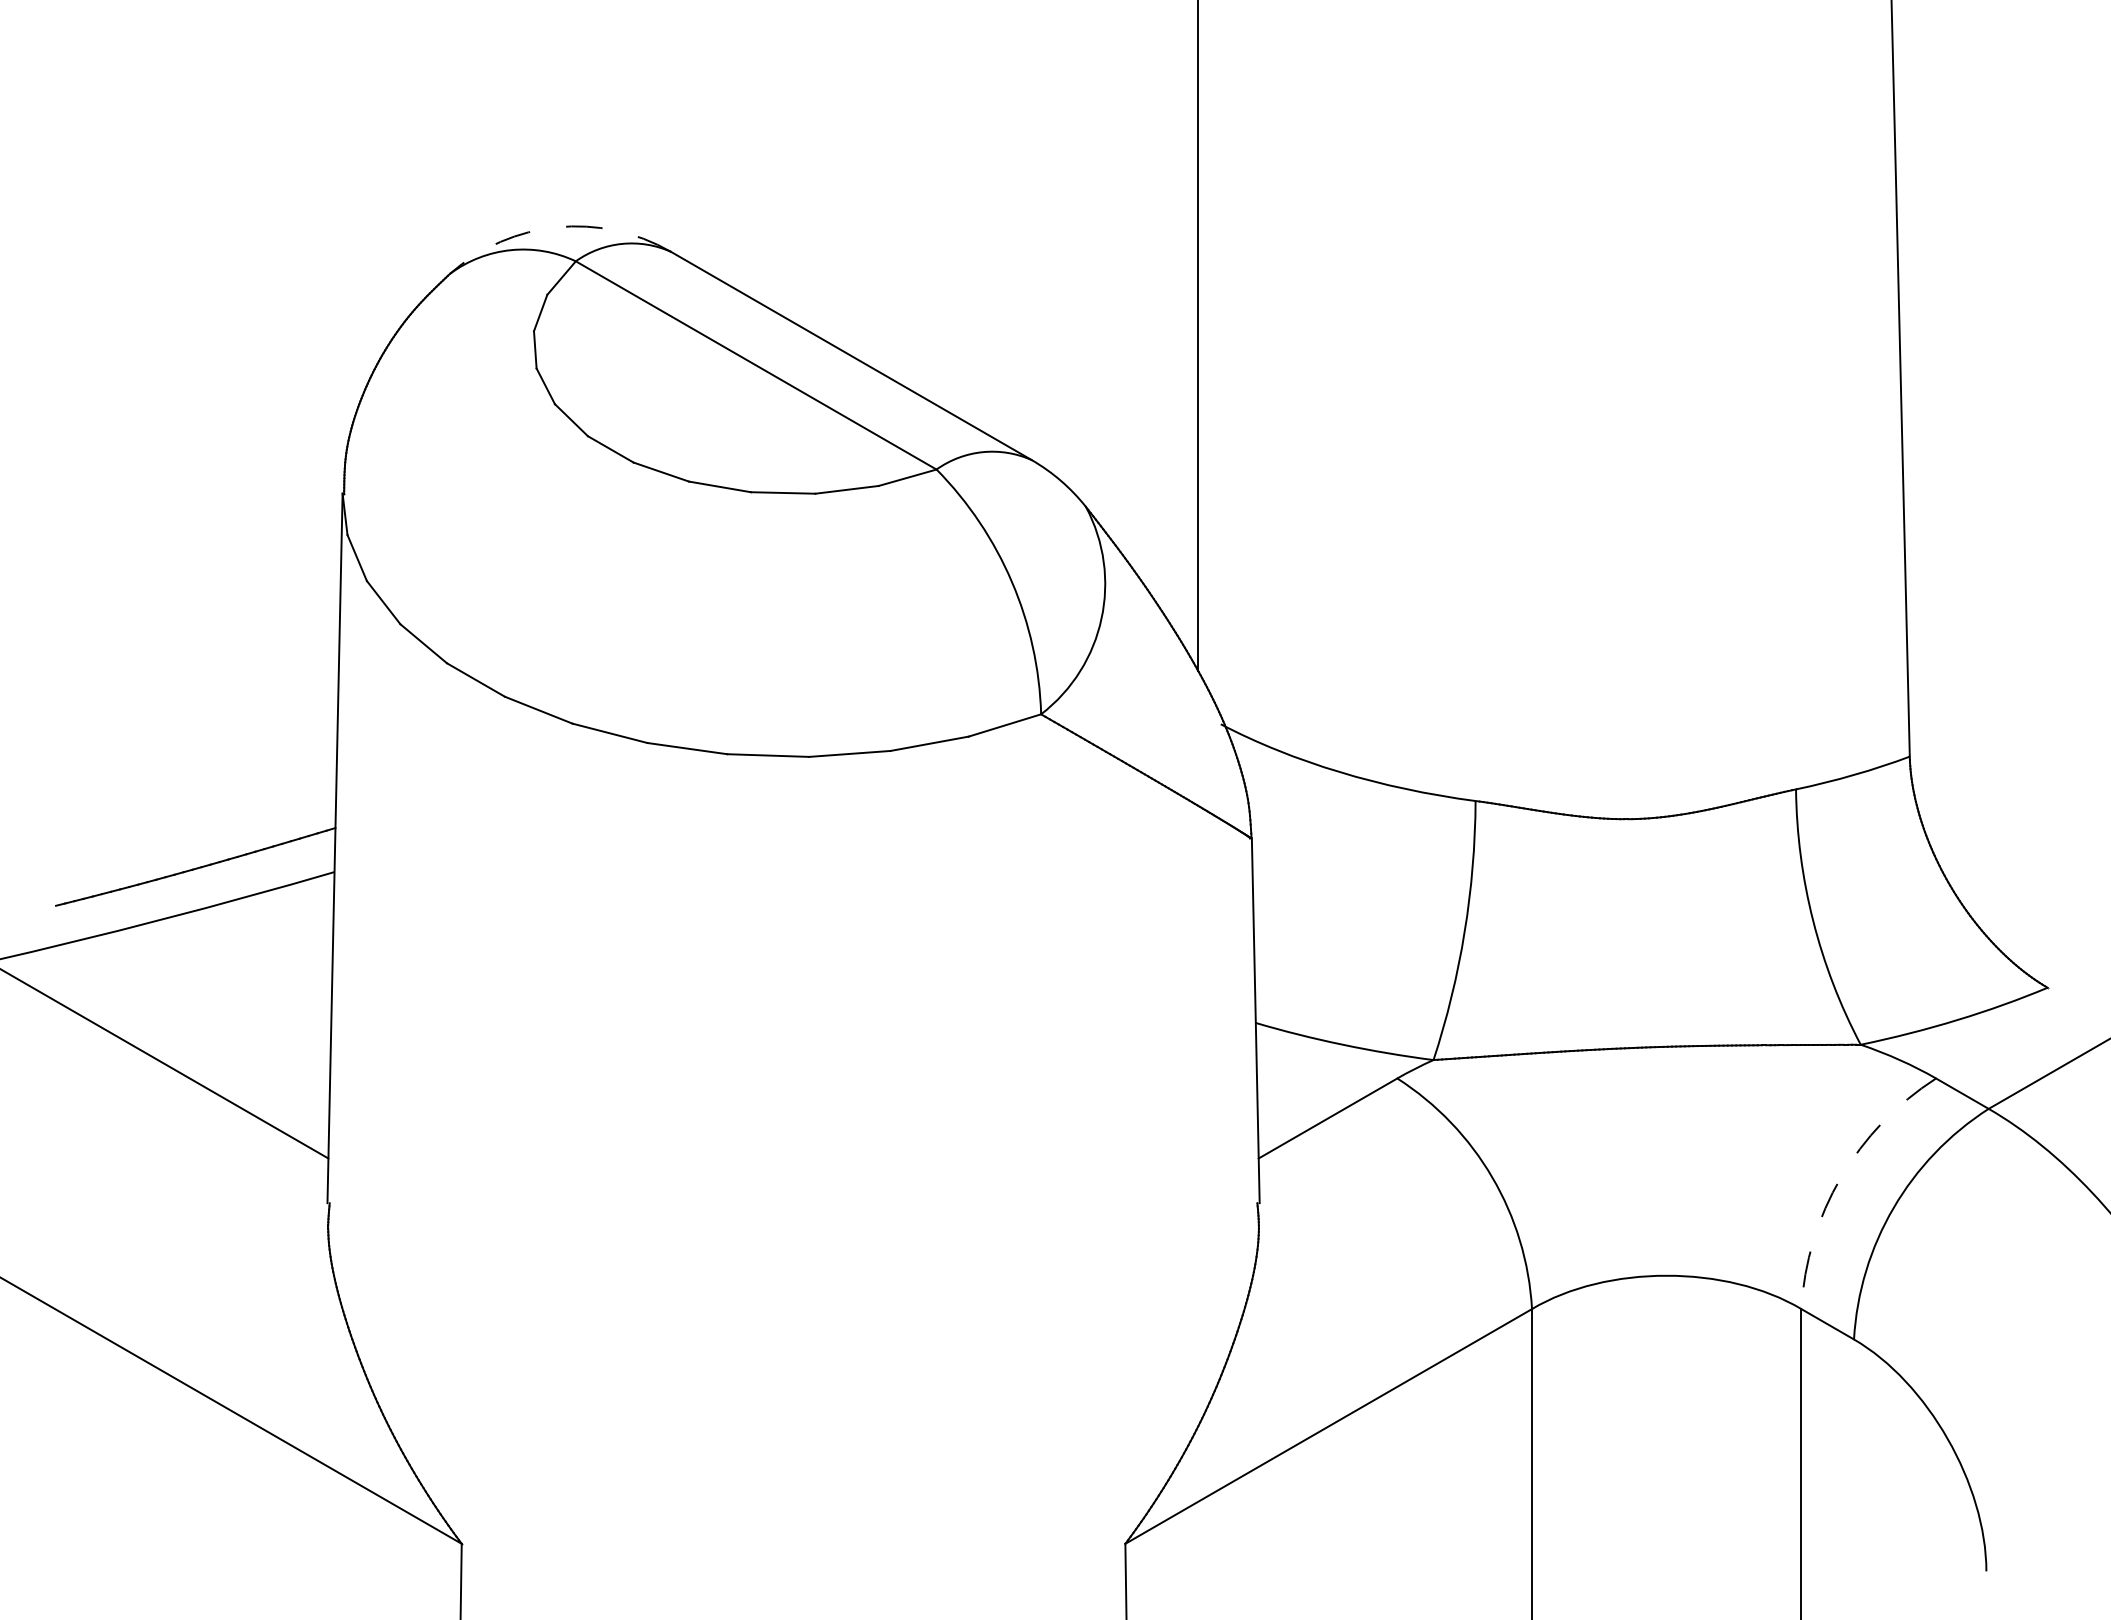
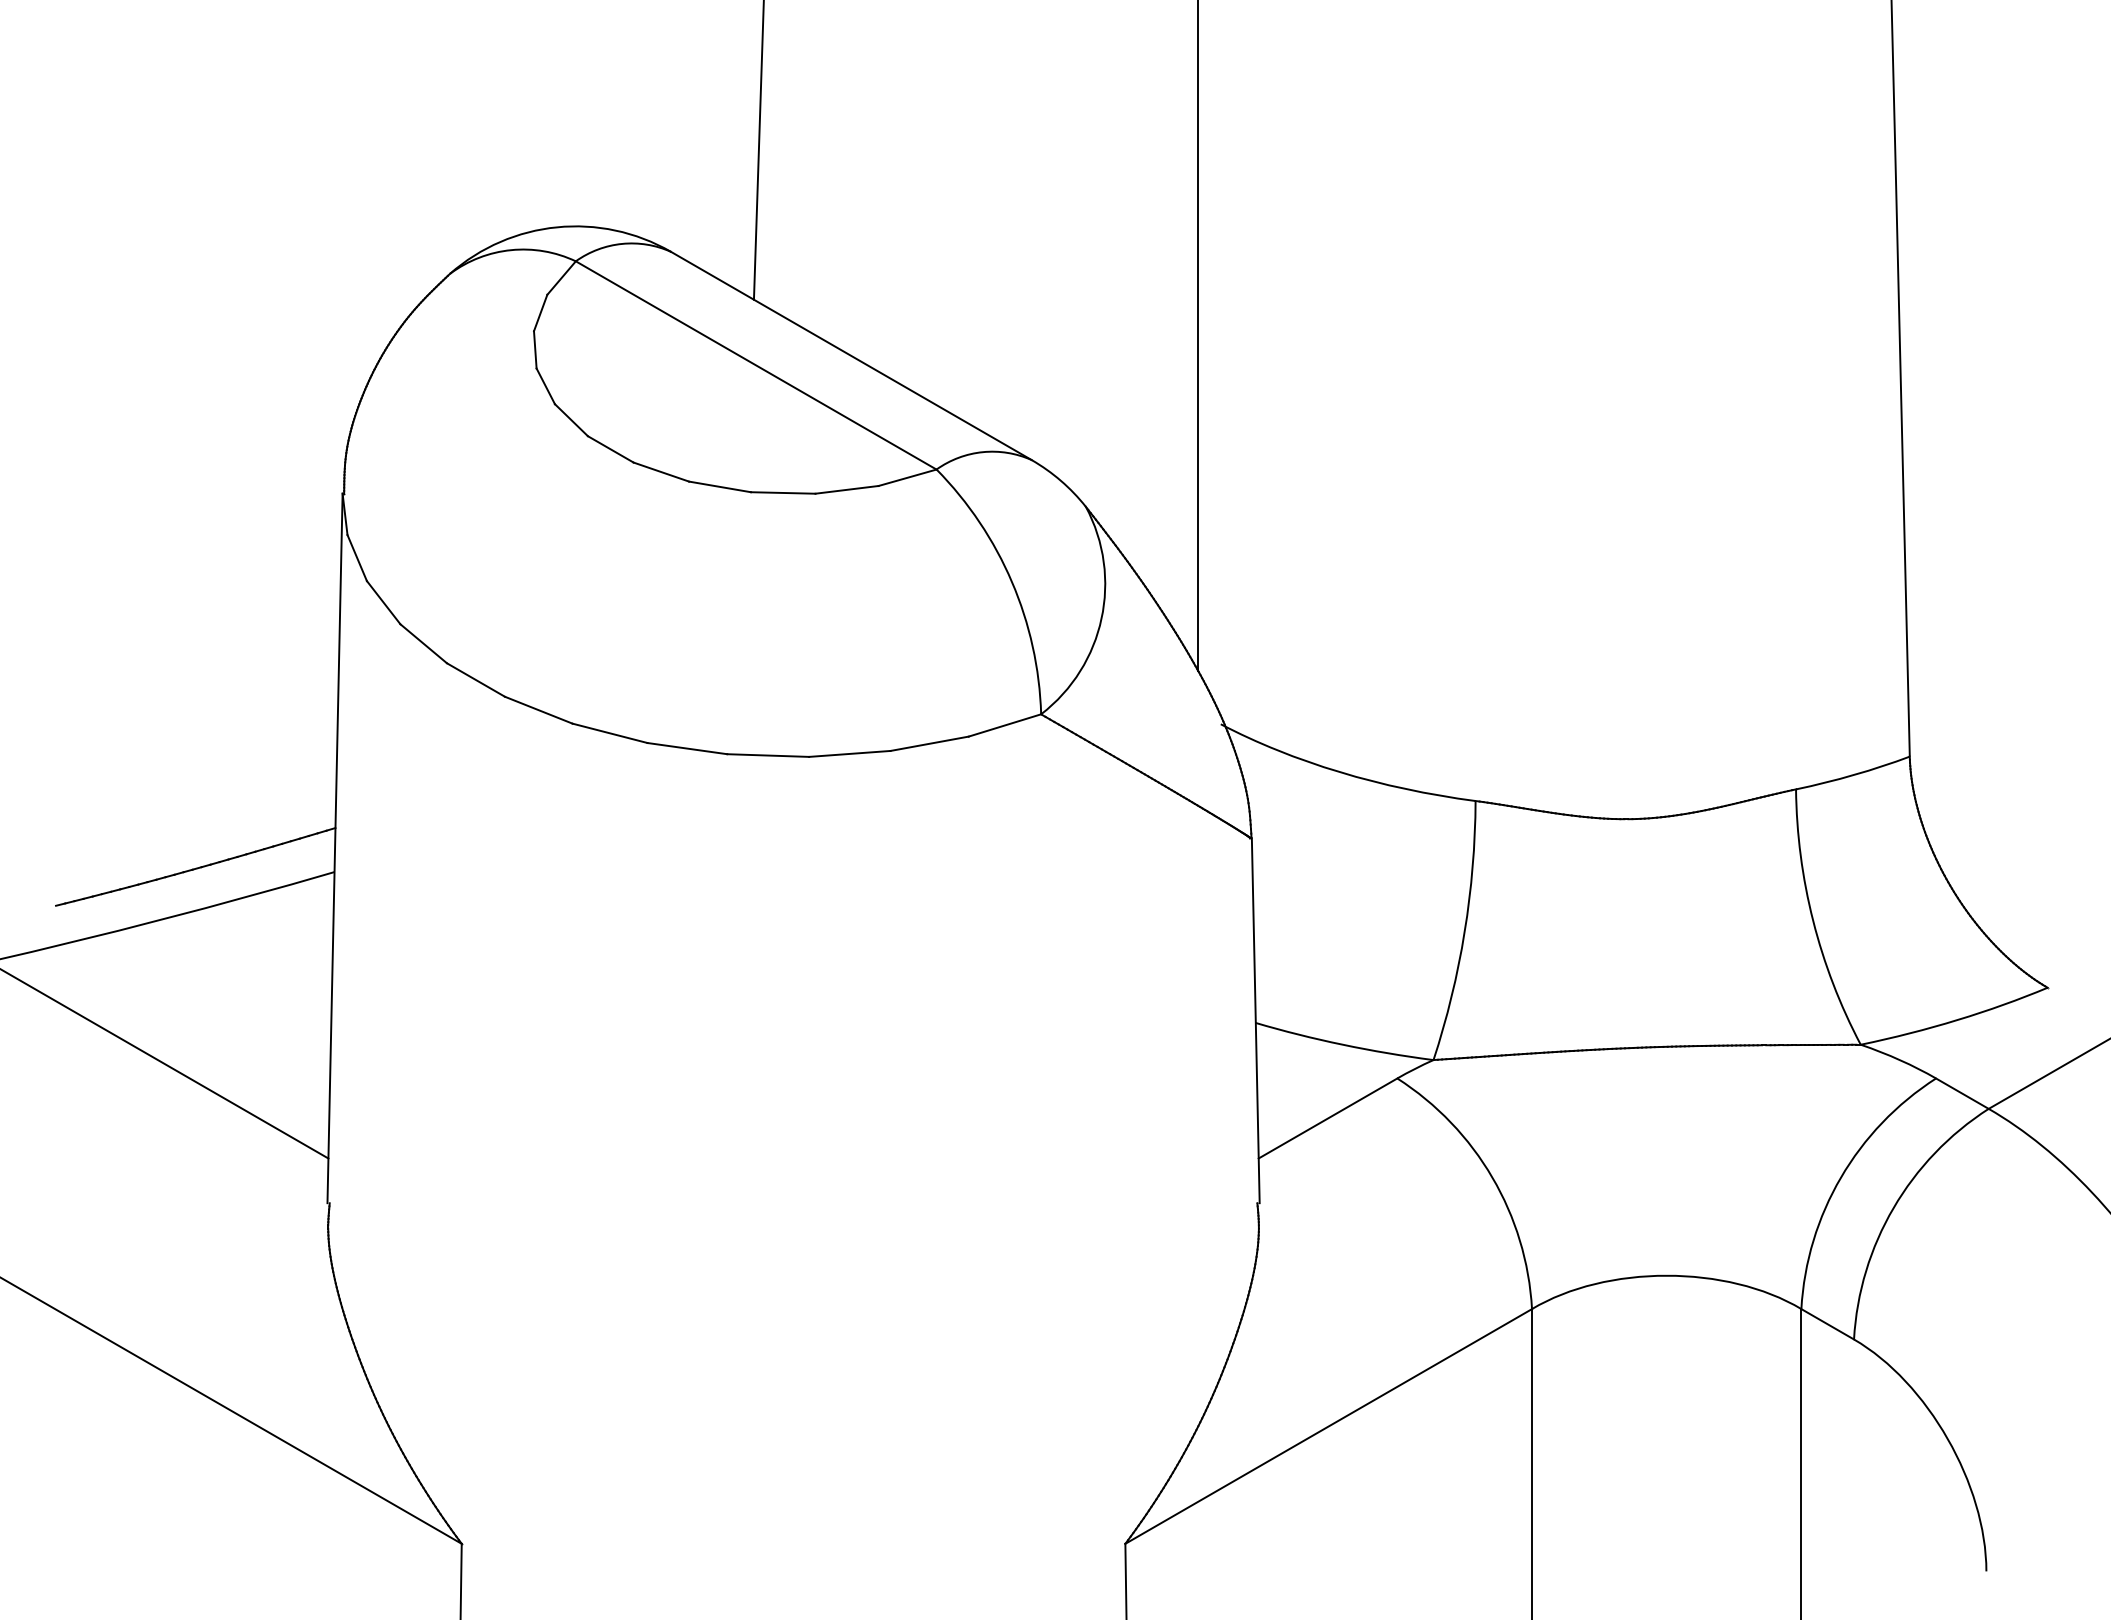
line at (758, 150): none -> present
arc at (557, 227): dashed -> solid
arc at (1840, 1177): dashed -> solid
